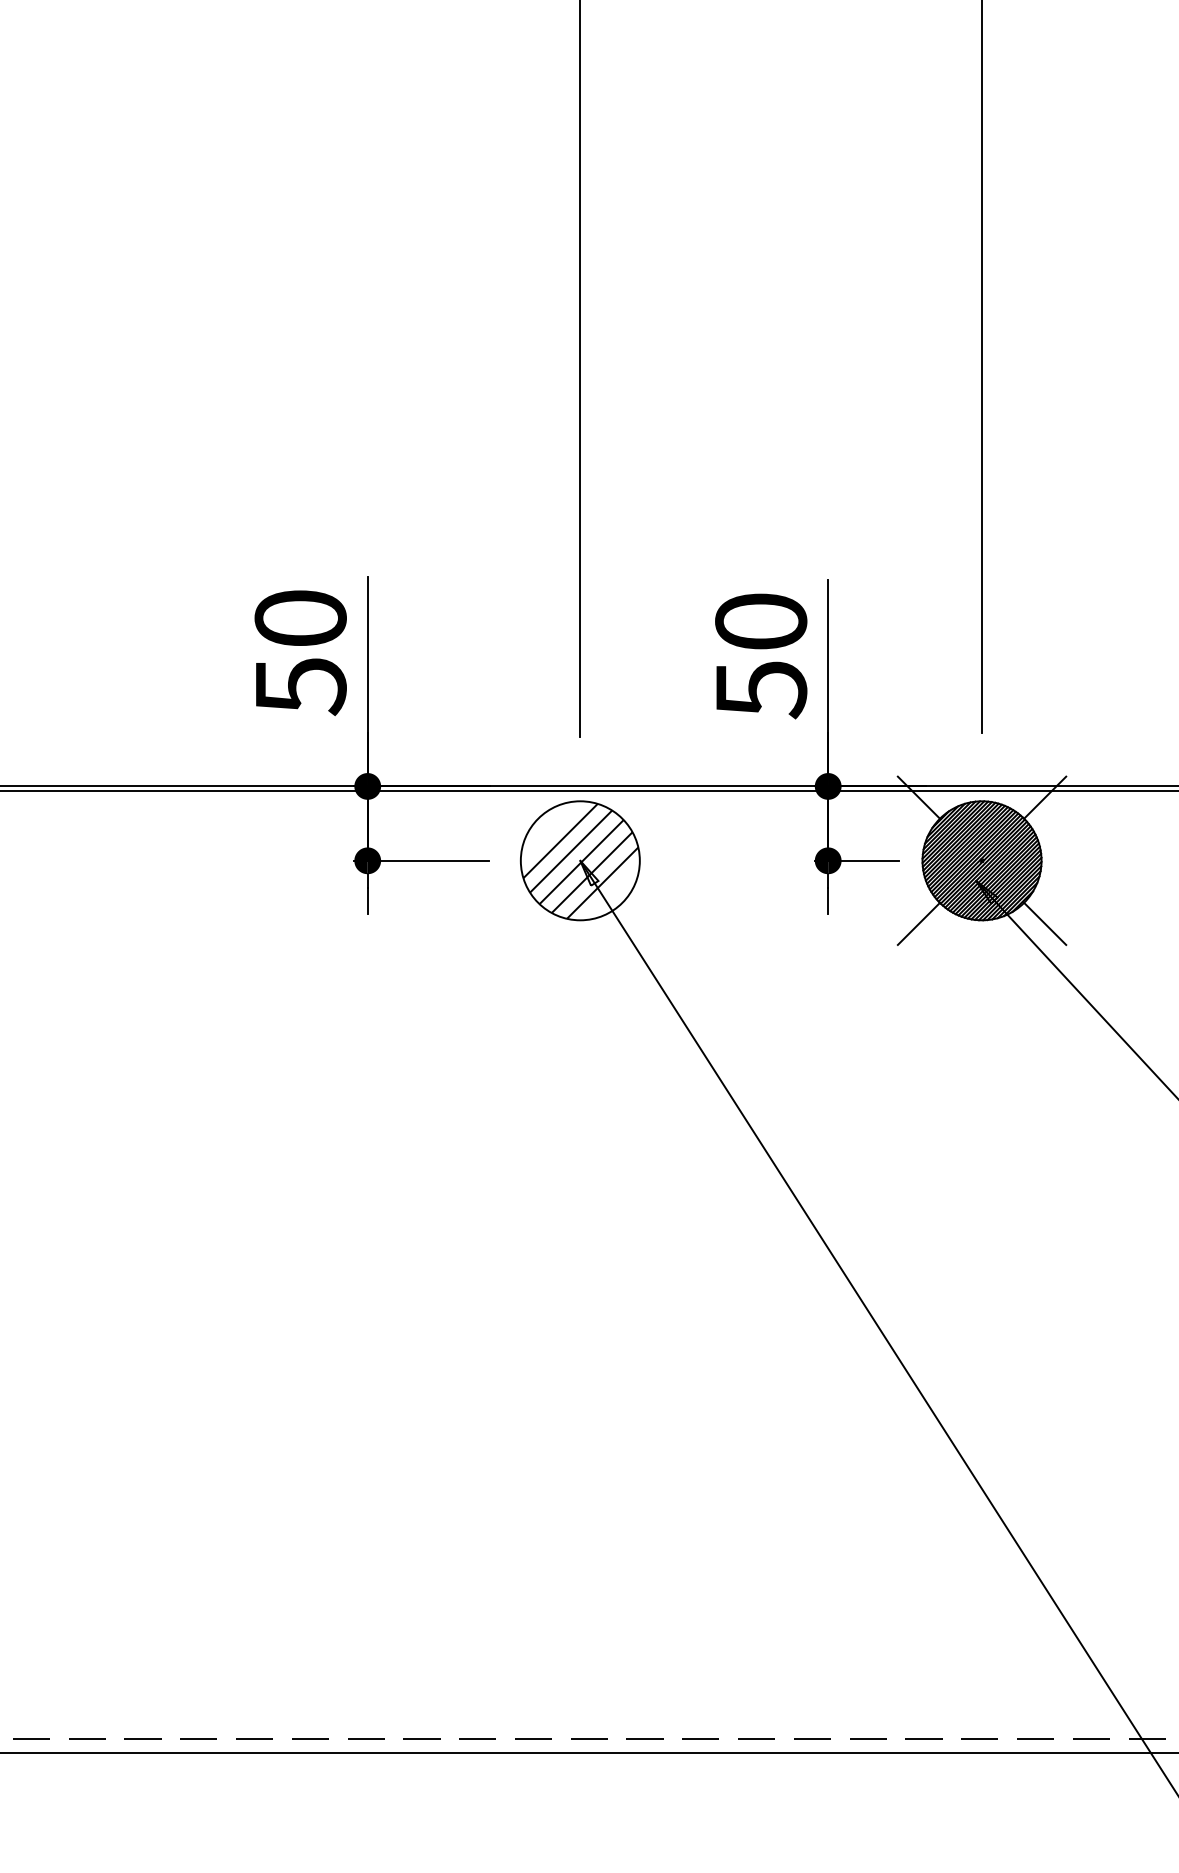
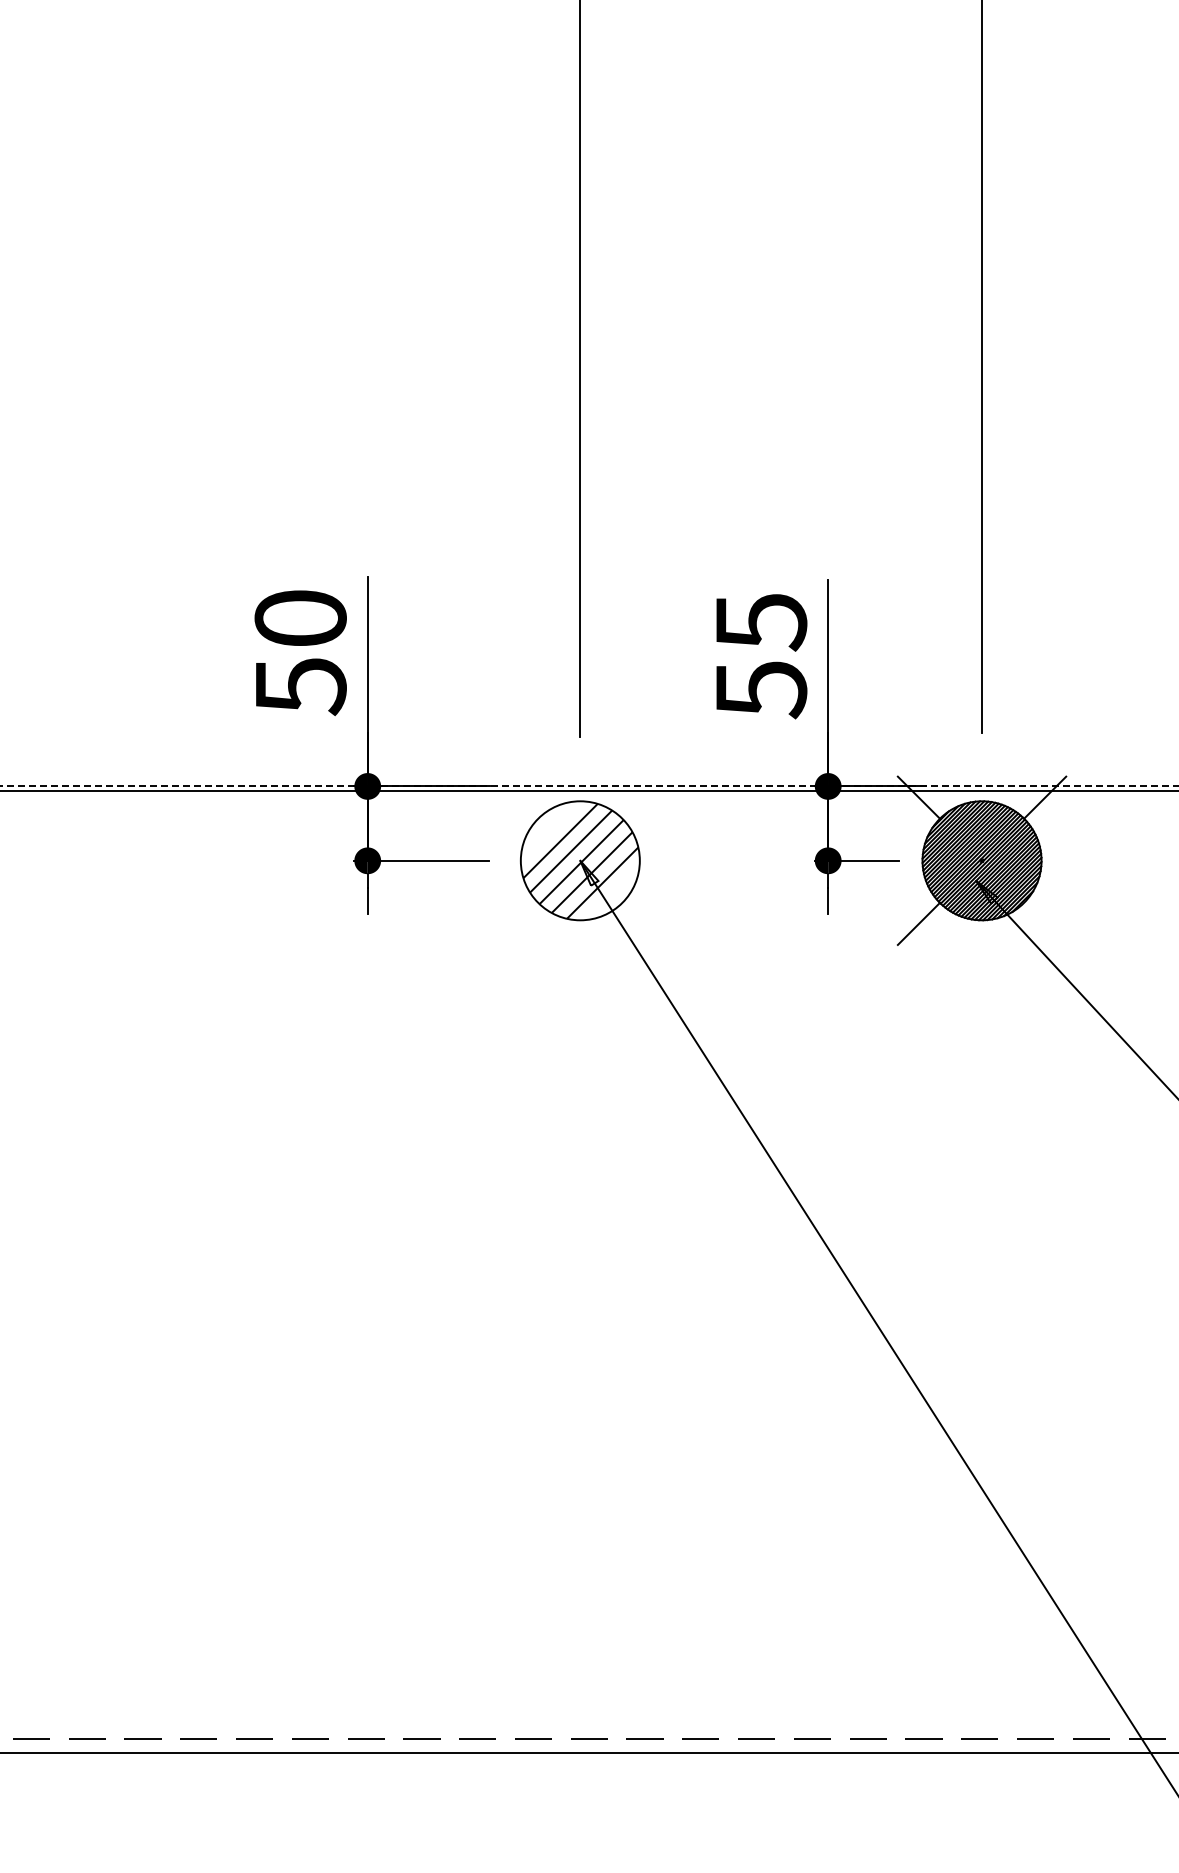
text at (761, 622): 50 -> 55
line at (590, 786): solid -> dashed
line at (1045, 923): present -> none
